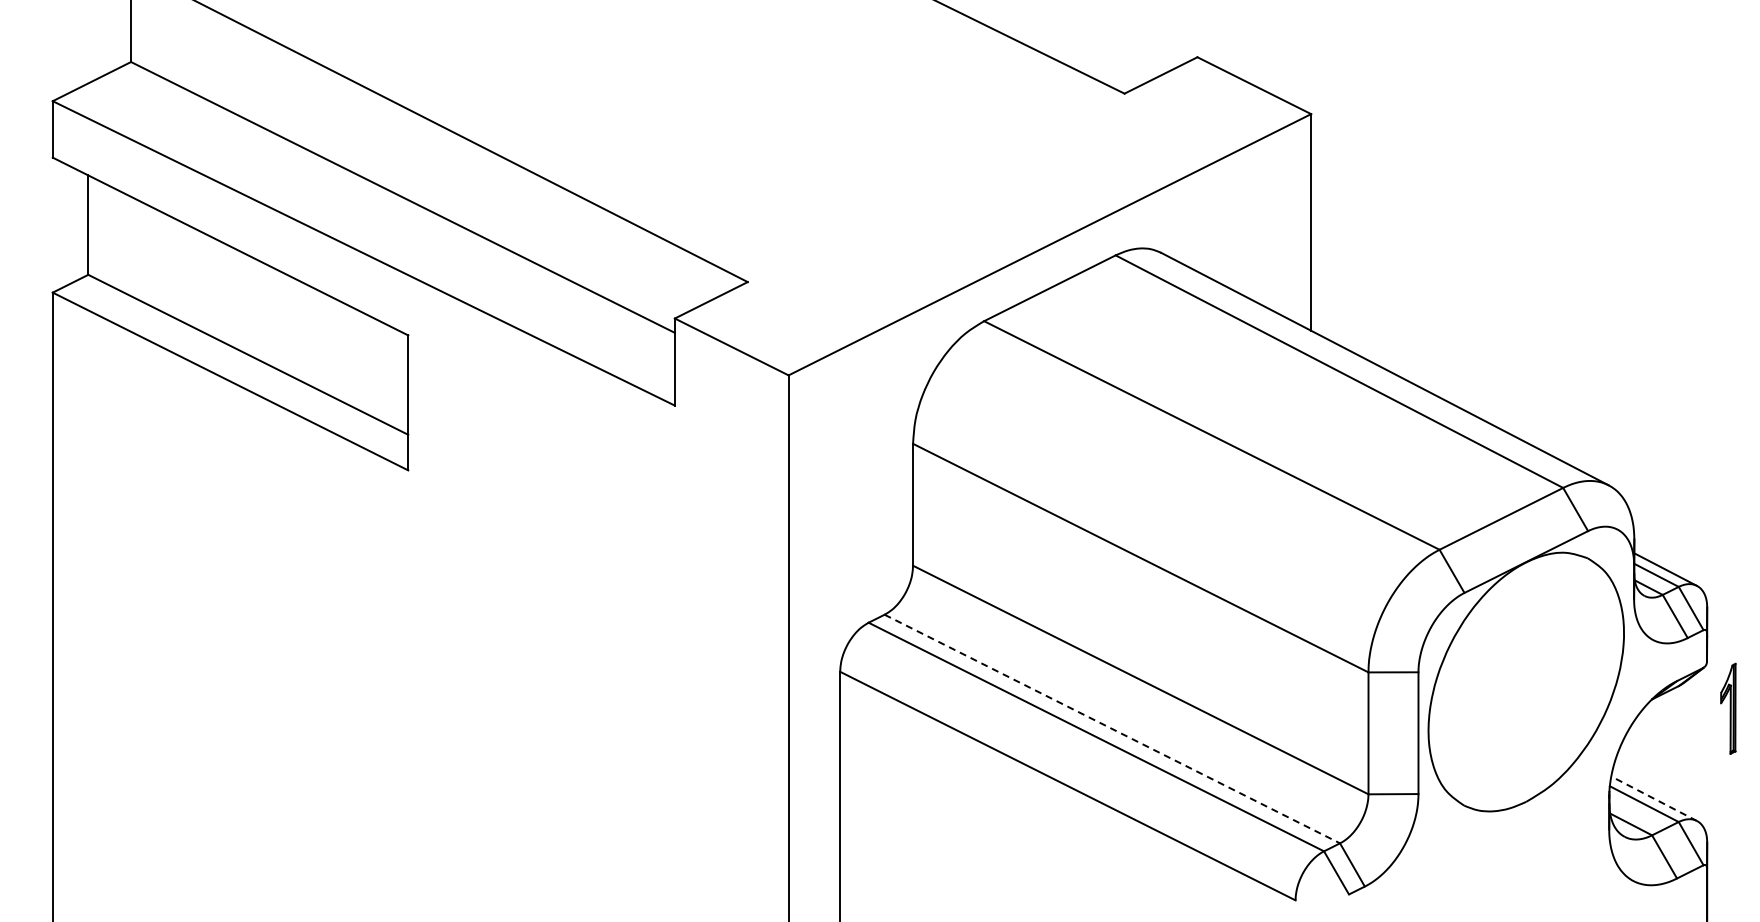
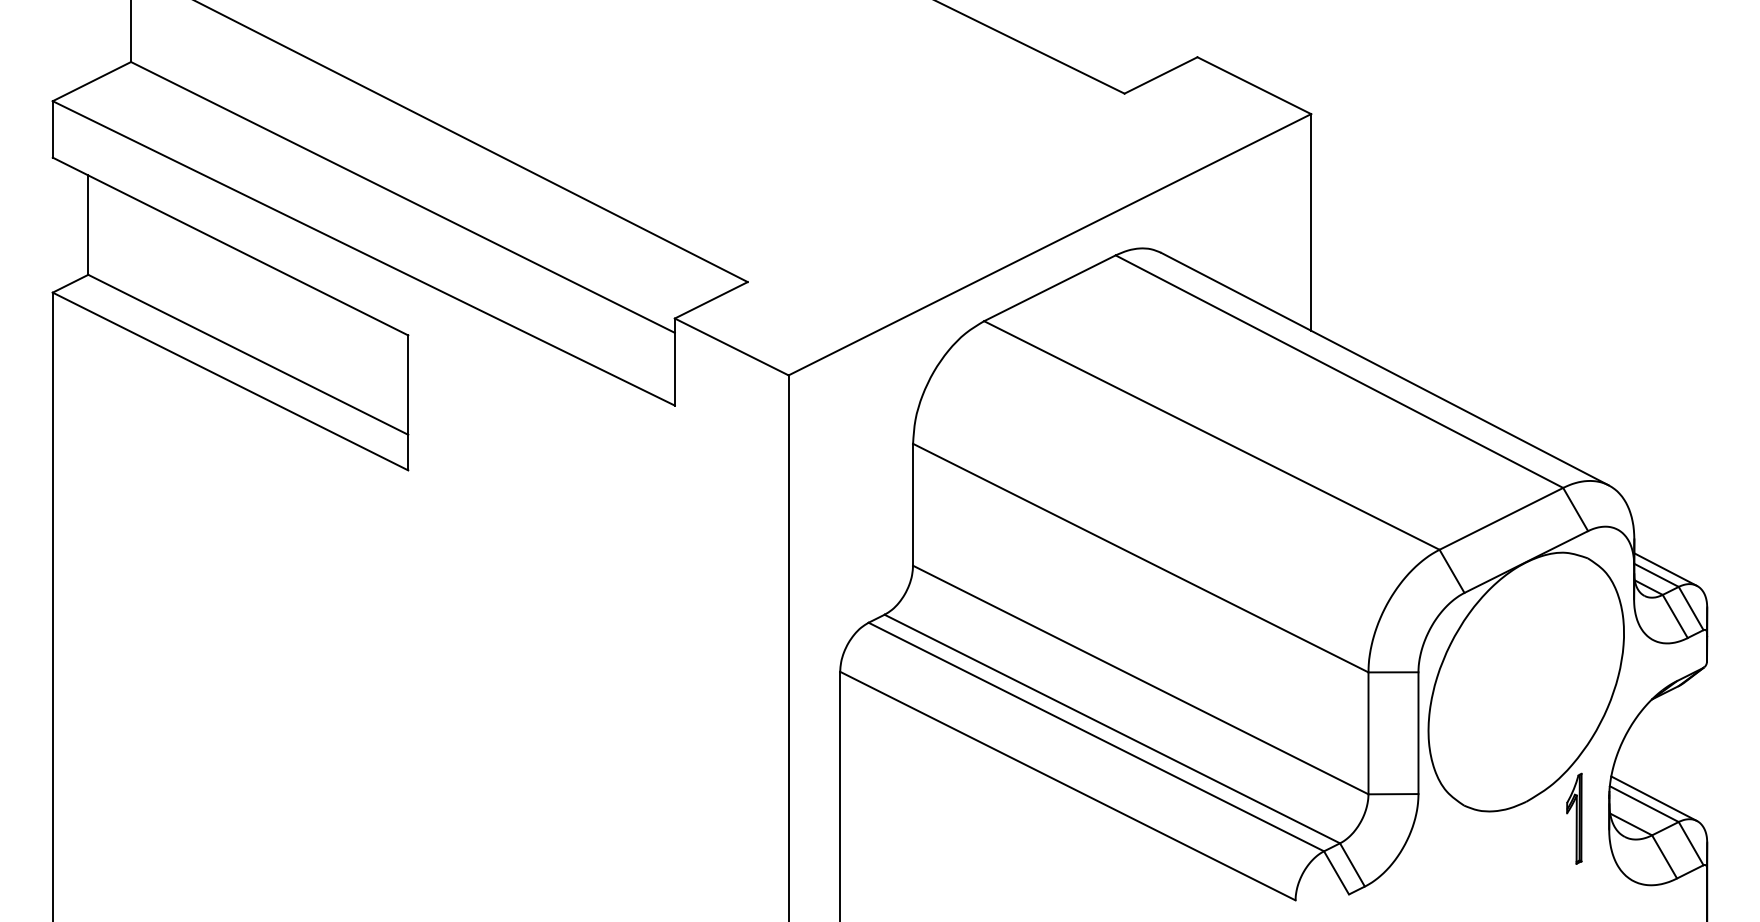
part at (1728, 708) position: (1728, 708) -> (1574, 818)
line at (1112, 729): dashed -> solid
line at (1653, 798): dashed -> solid
